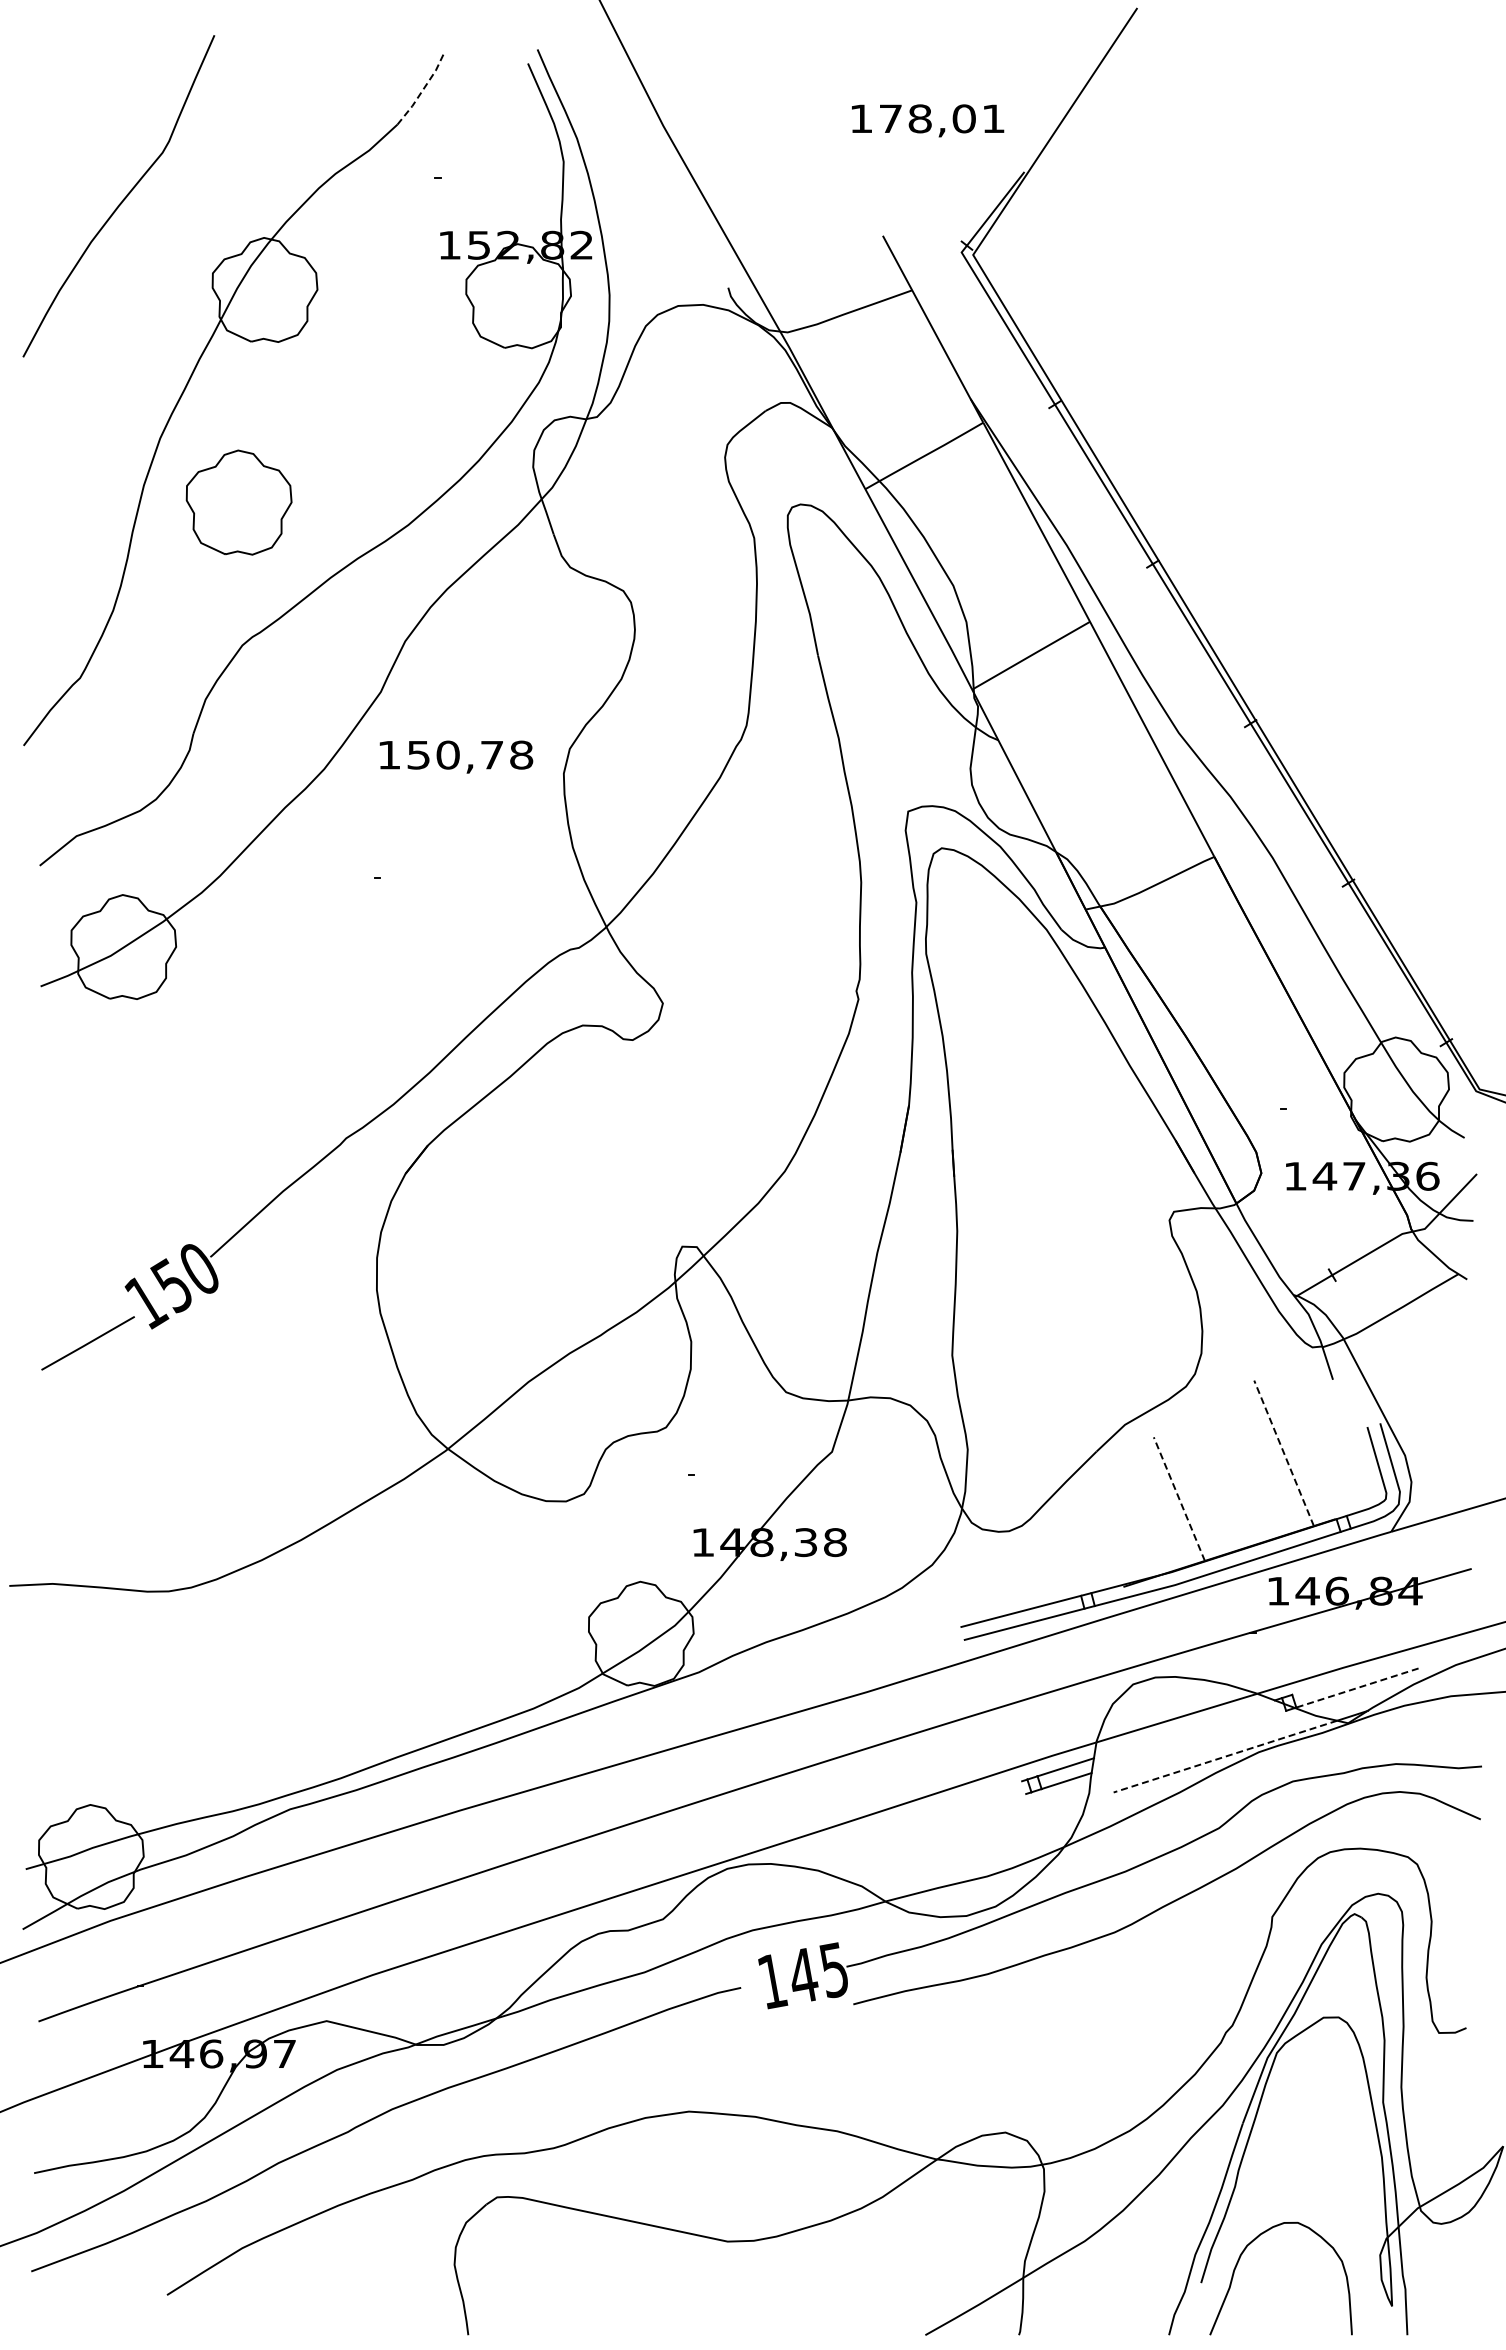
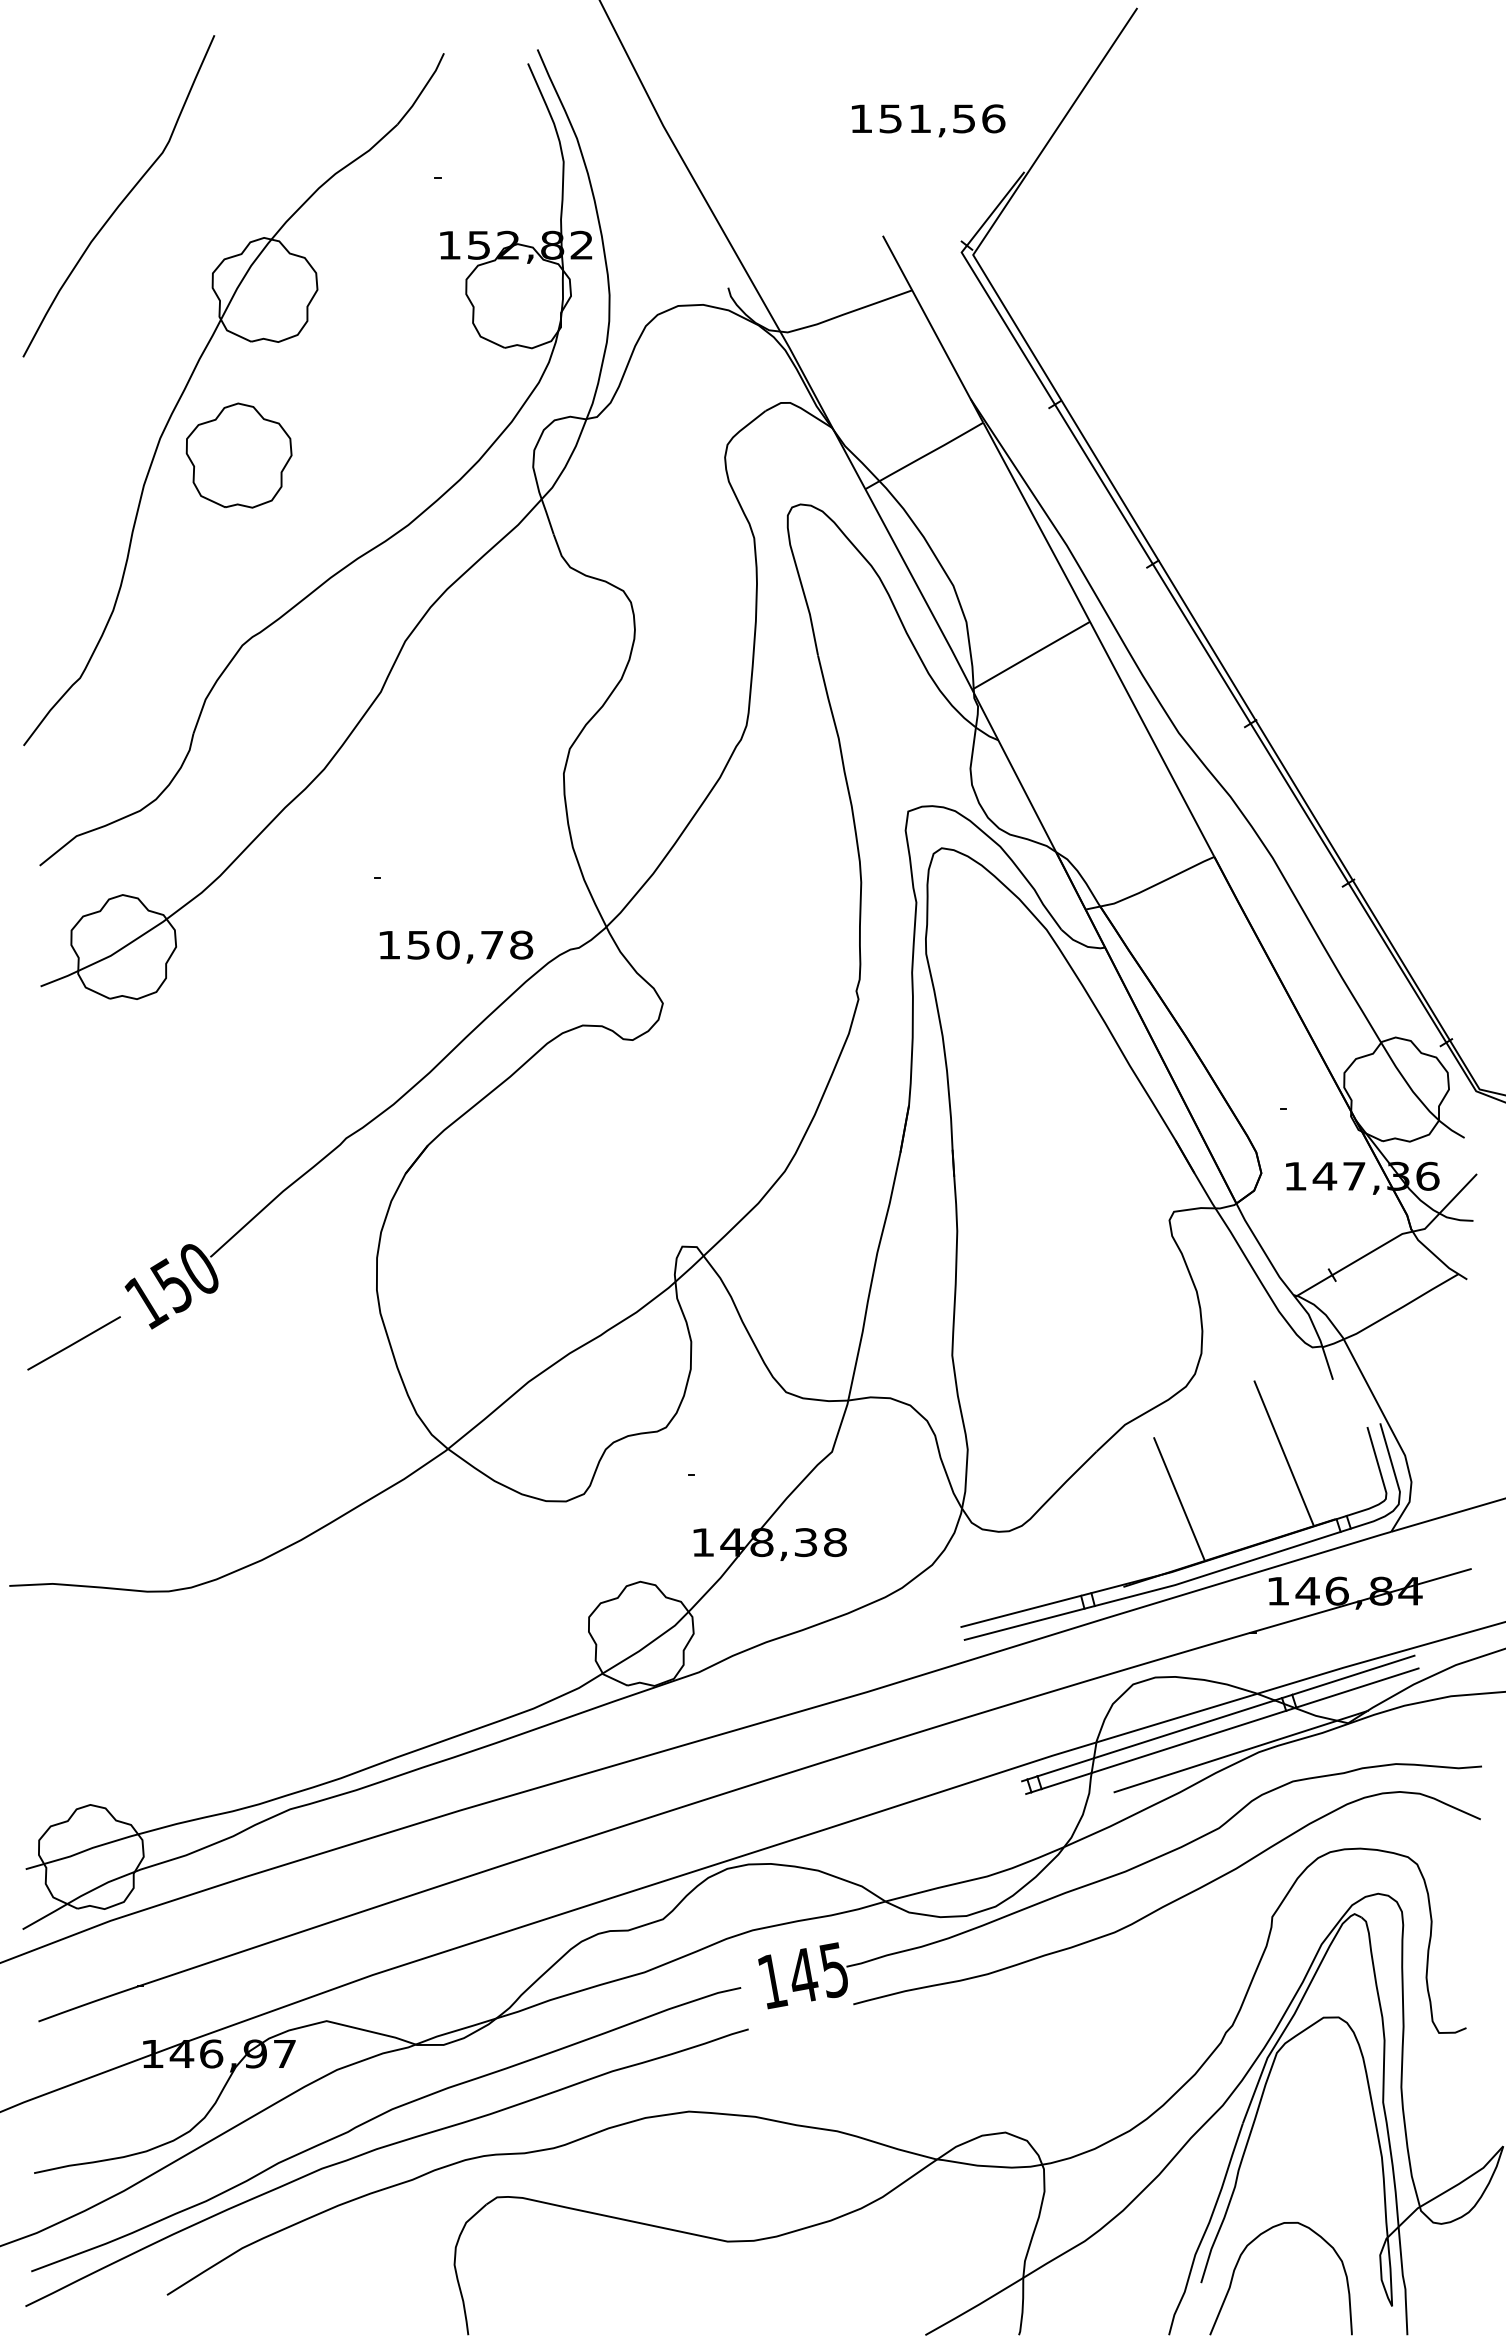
line at (423, 89): dashed -> solid
text at (942, 118): 178,01 -> 151,56
part at (238, 502) position: (238, 502) -> (238, 455)
text at (456, 756) position: (456, 756) -> (456, 946)
line at (87, 1343) position: (87, 1343) -> (73, 1343)
line at (1284, 1453): dashed -> solid
line at (1179, 1499): dashed -> solid
line at (1353, 1674): none -> present
line at (1356, 1688): dashed -> solid
line at (1183, 1729): none -> present
line at (1188, 1741): none -> present
line at (1224, 1756): dashed -> solid
curve at (379, 2149): none -> present
